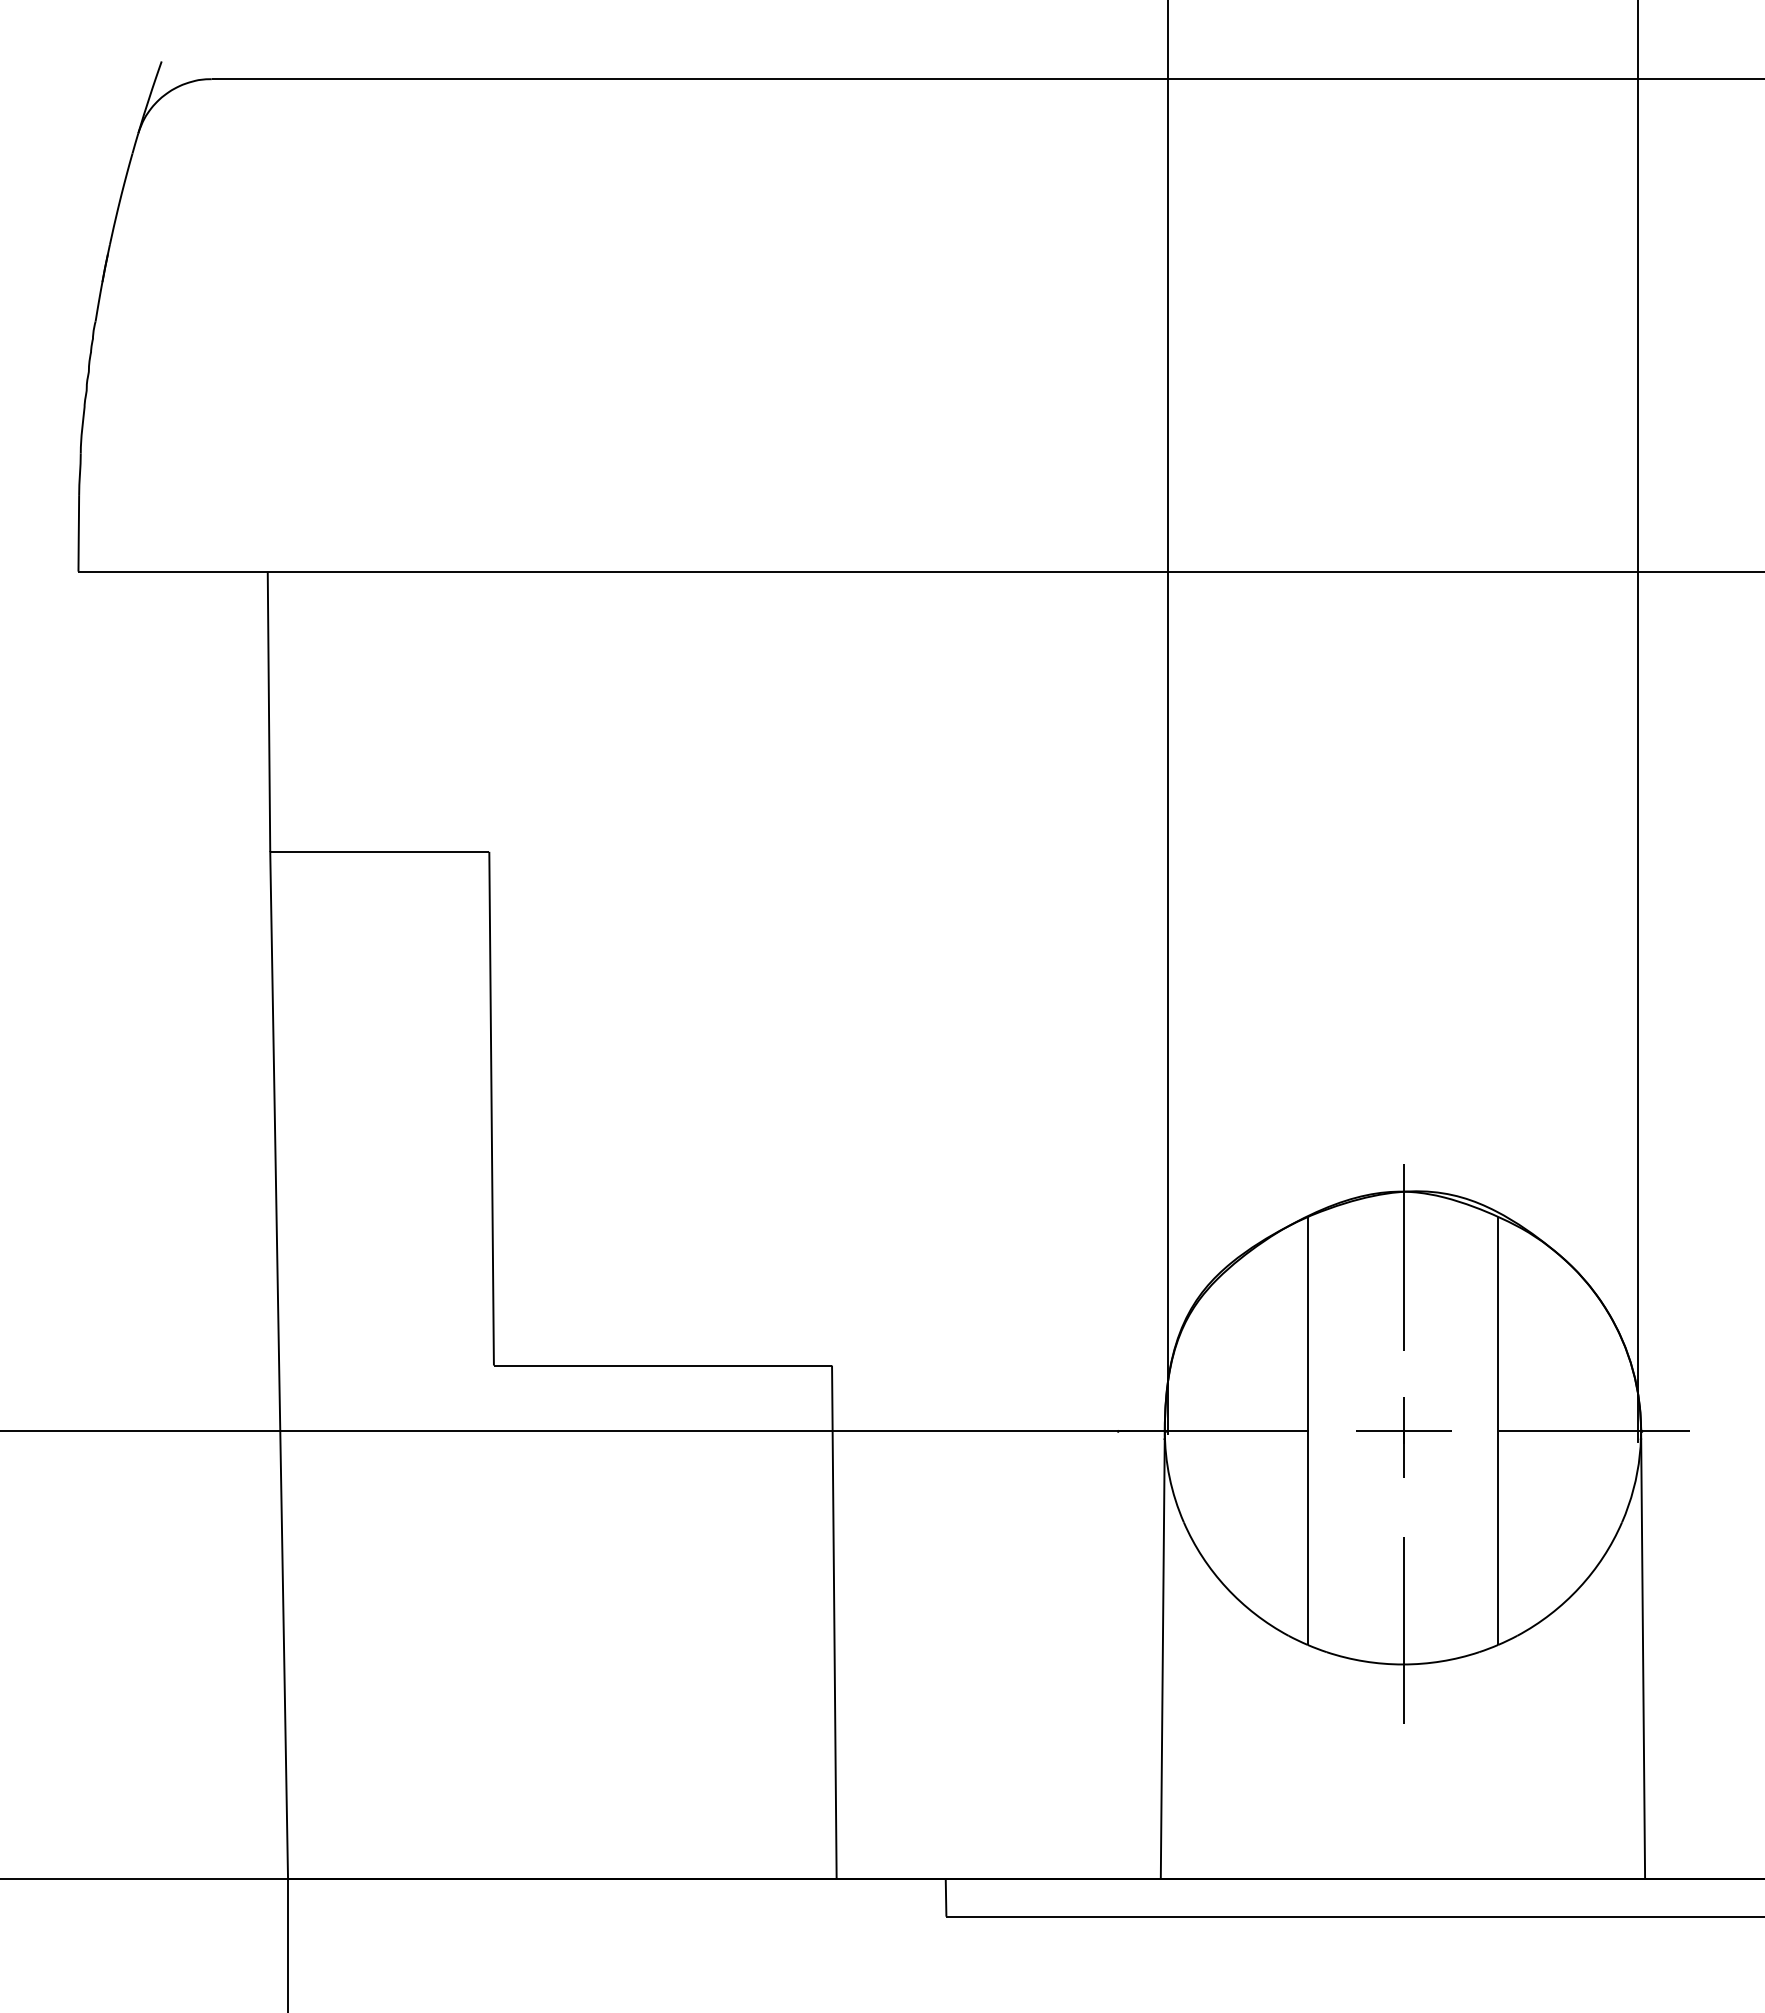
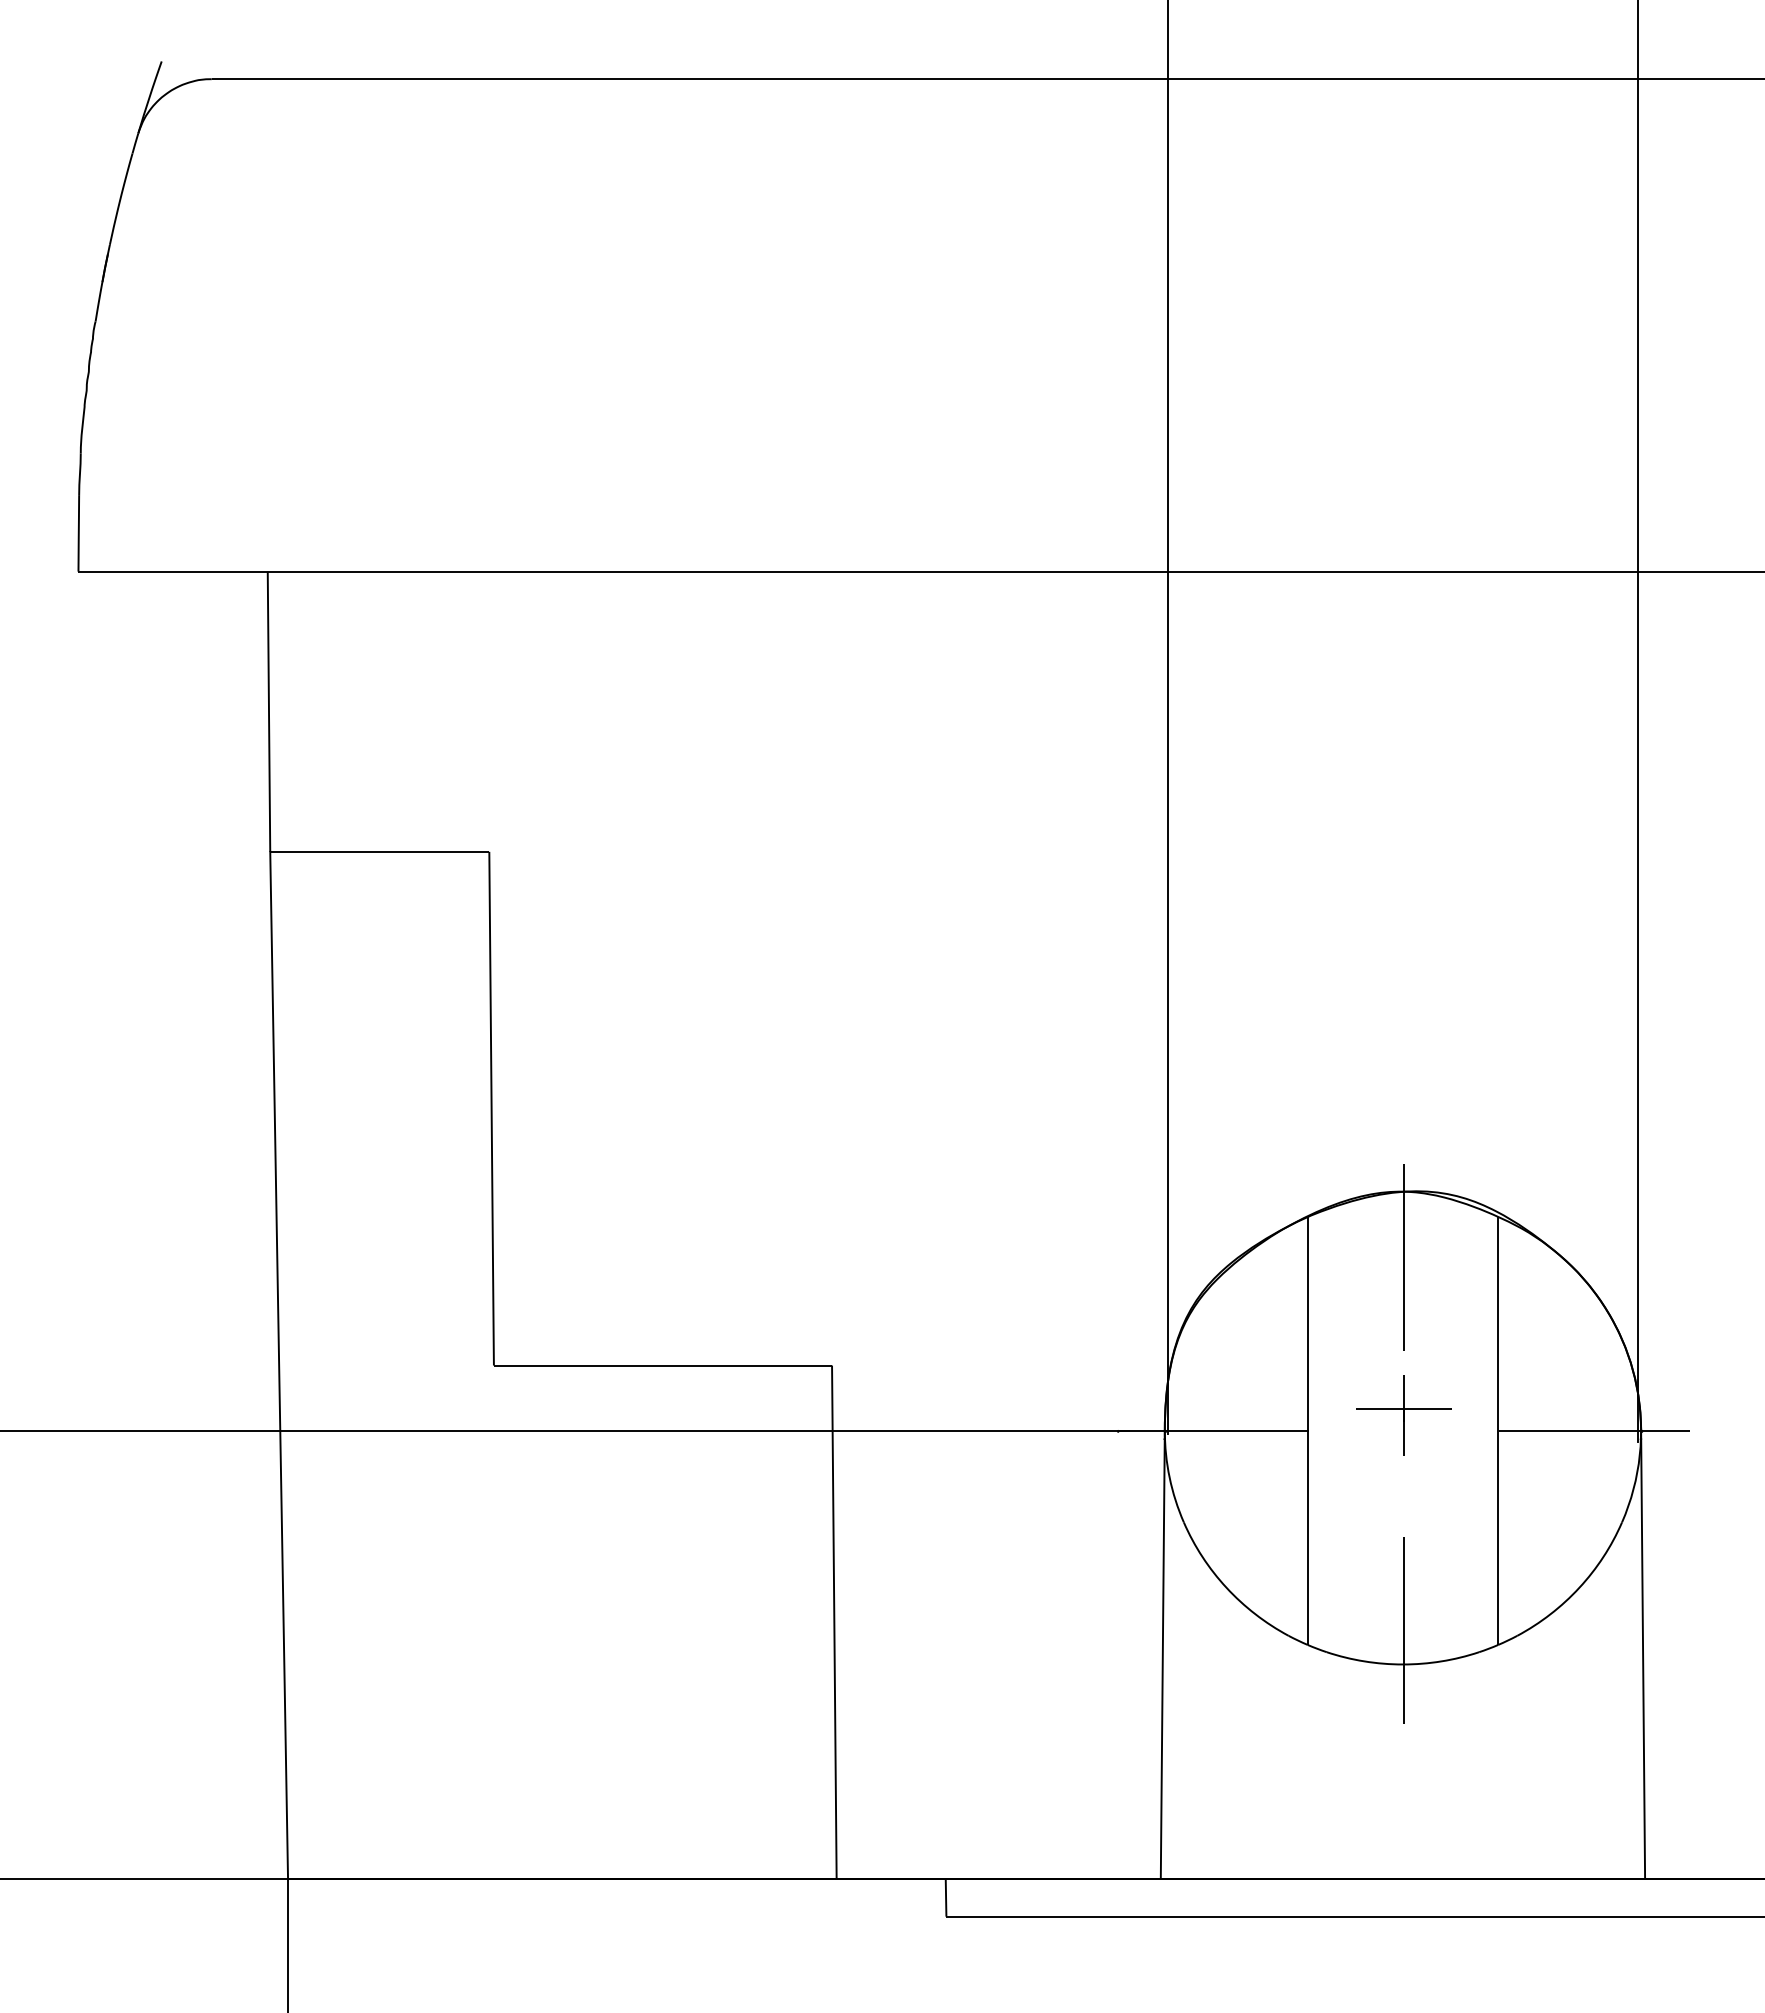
part at (1403, 1437) position: (1403, 1437) -> (1403, 1415)
